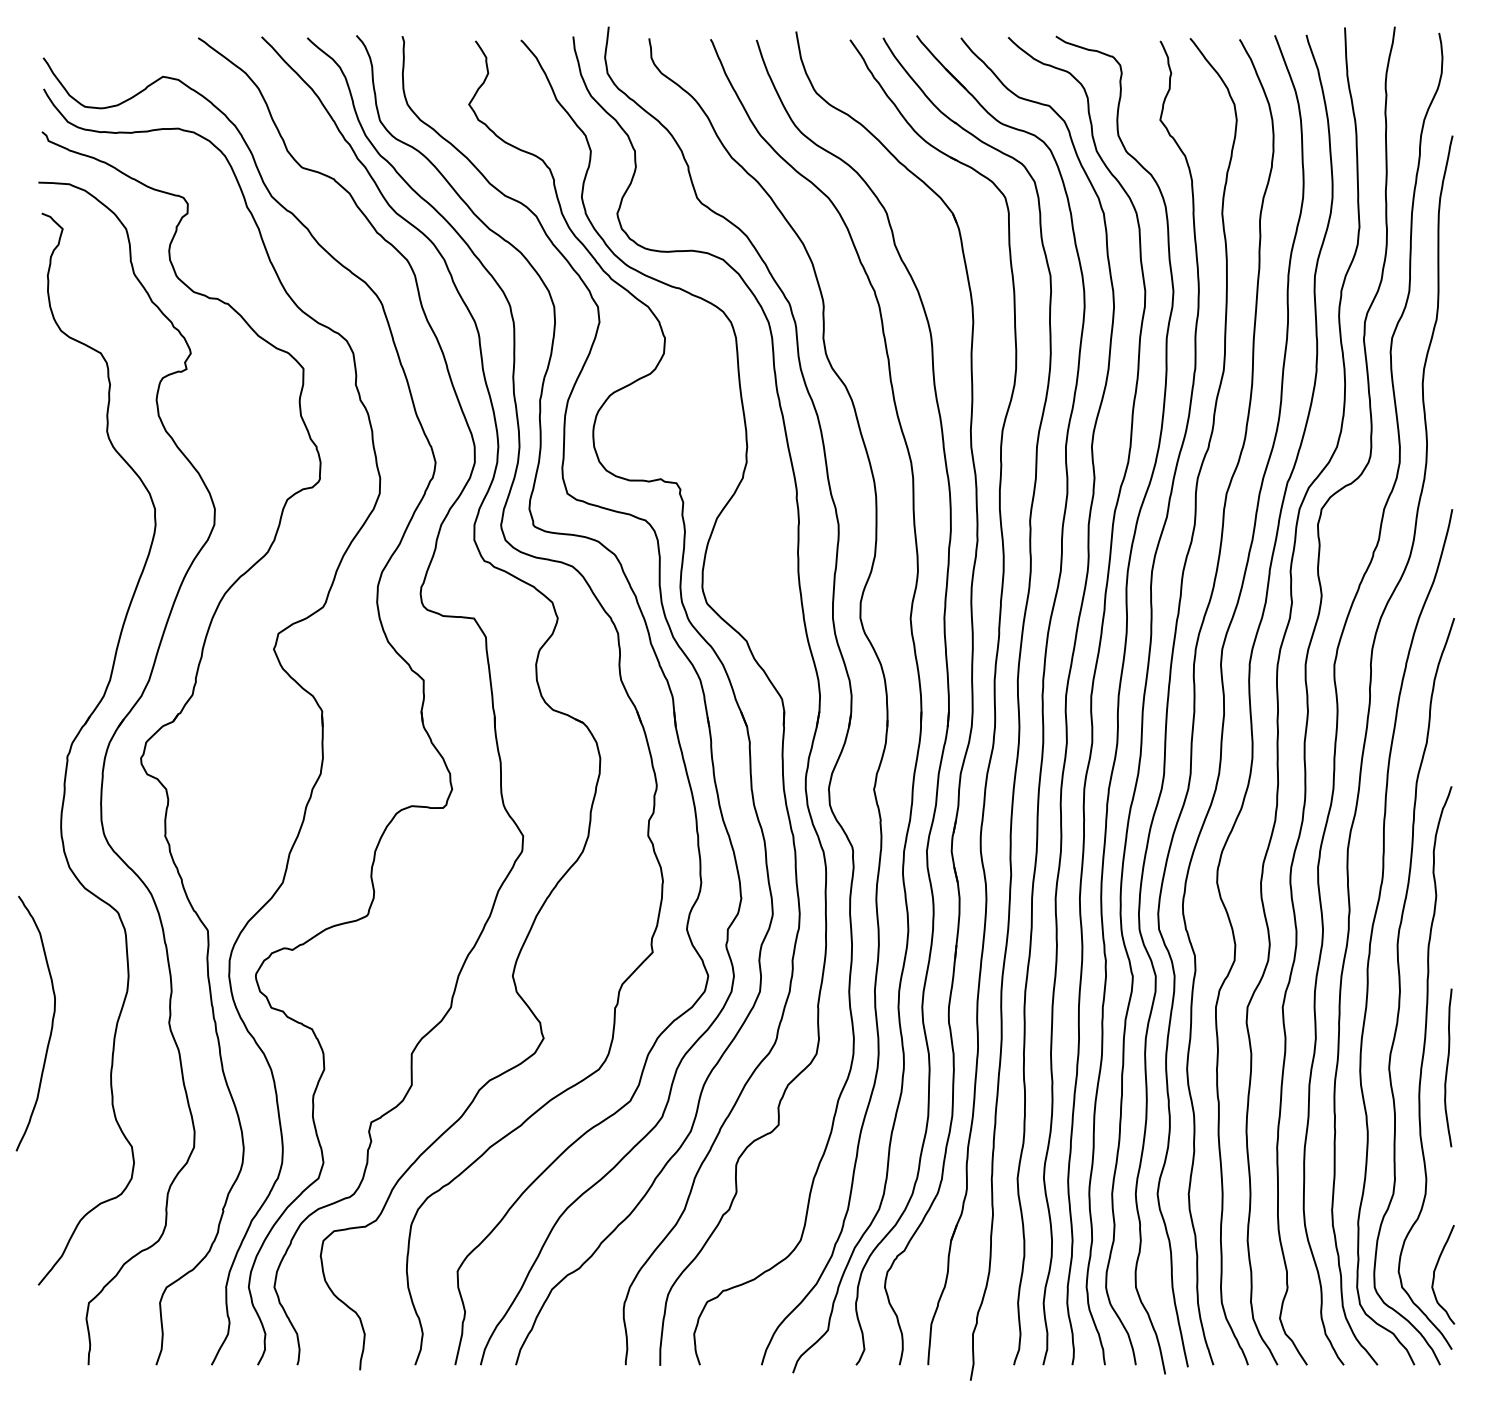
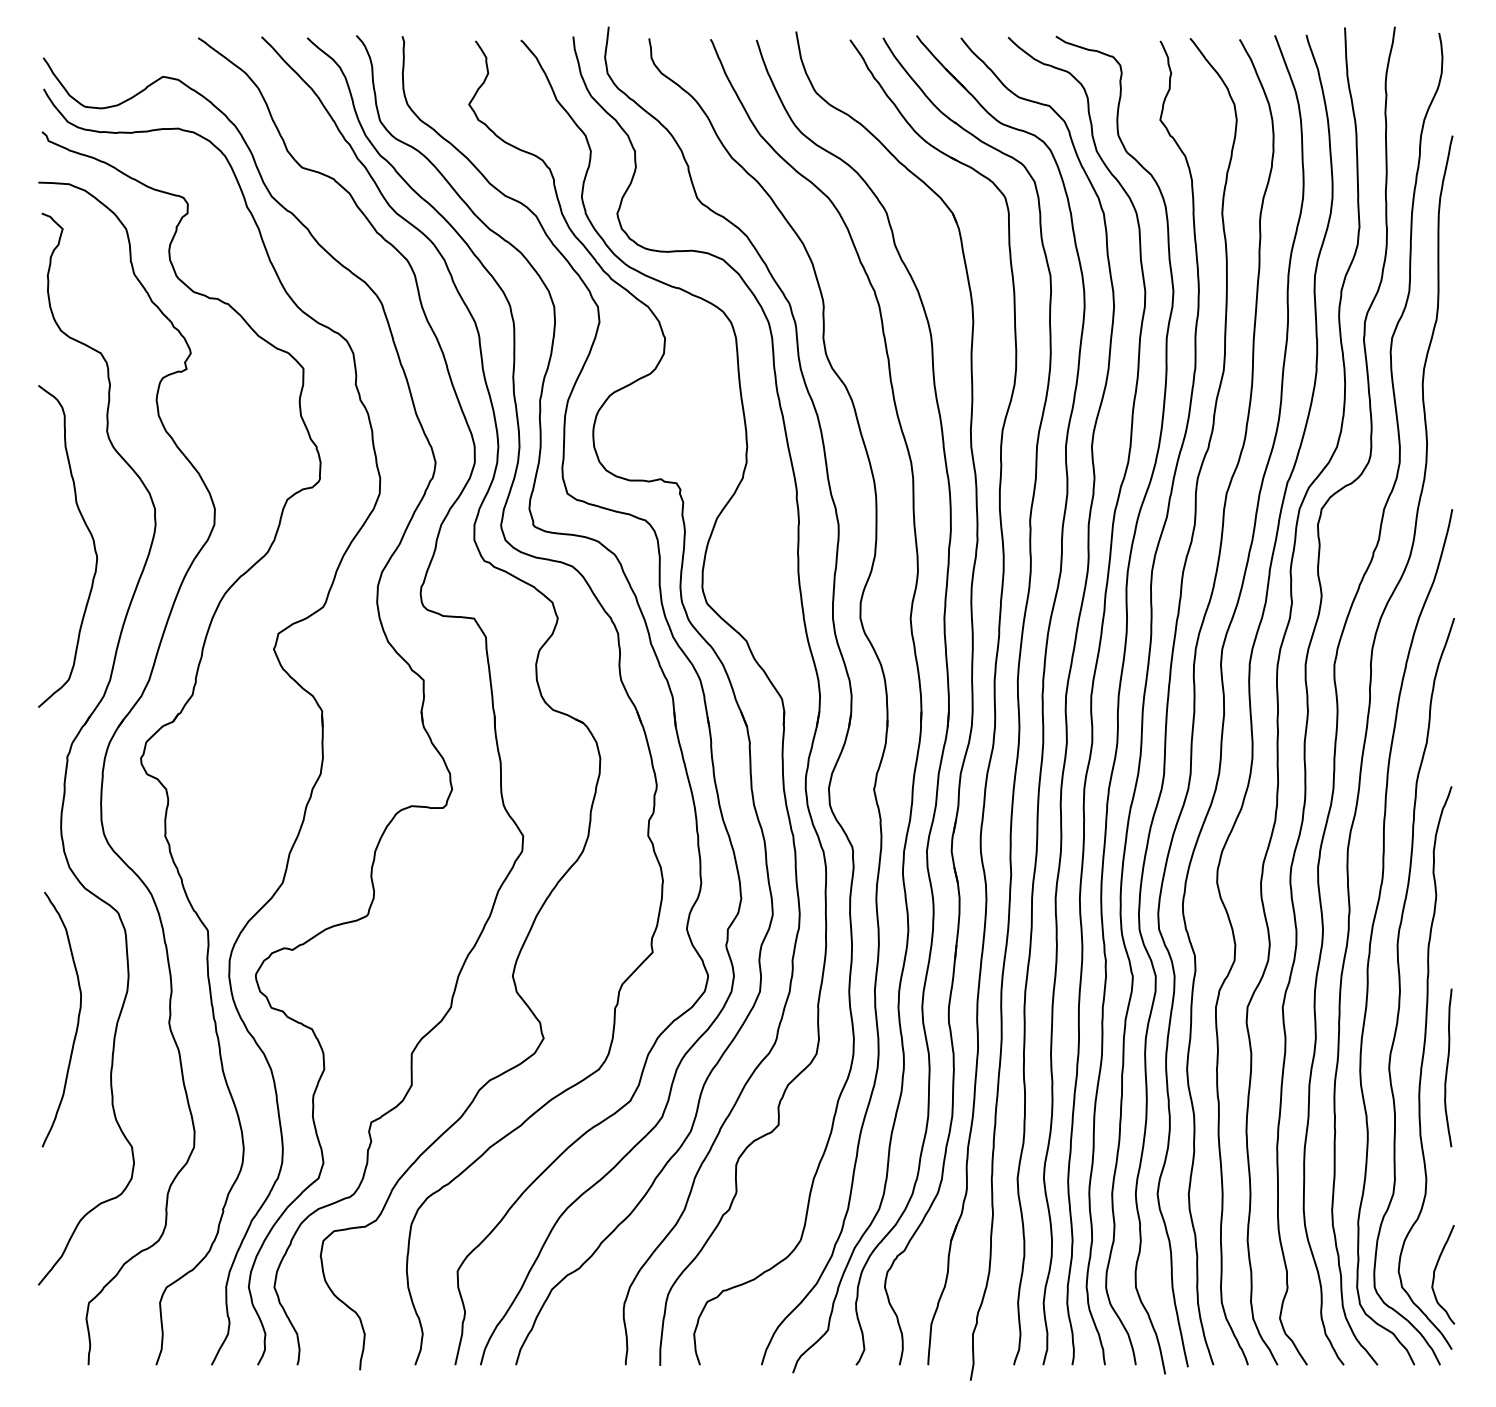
curve at (90, 535): none -> present
curve at (51, 1023) position: (51, 1023) -> (77, 1019)
